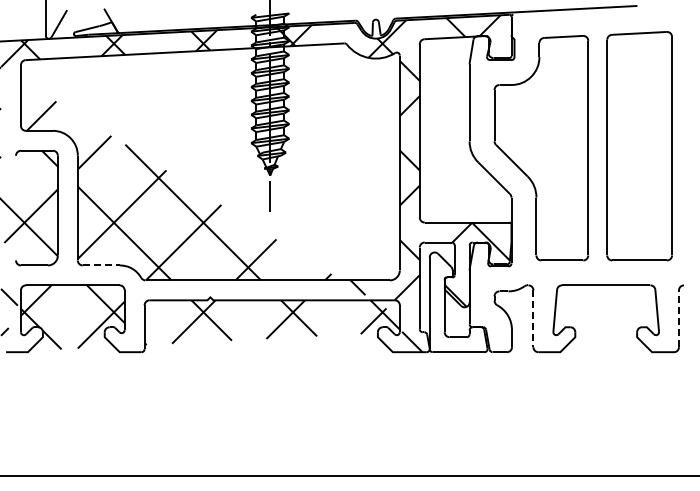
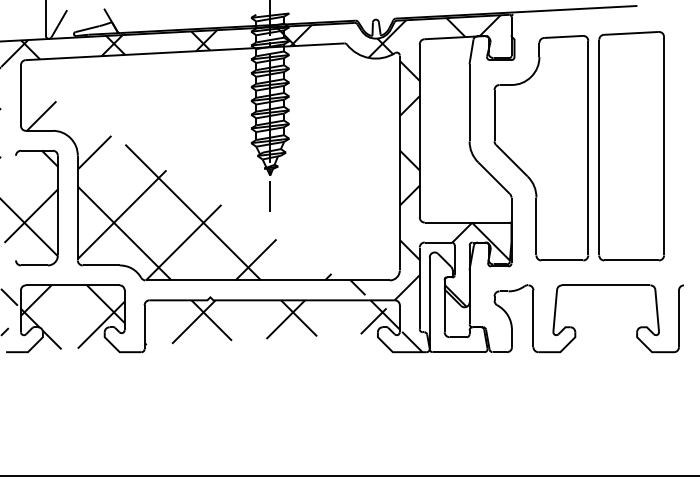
part at (639, 146) position: (639, 146) -> (631, 146)
line at (101, 265): dashed -> solid
line at (678, 318): dashed -> solid
line at (533, 319): dashed -> solid
